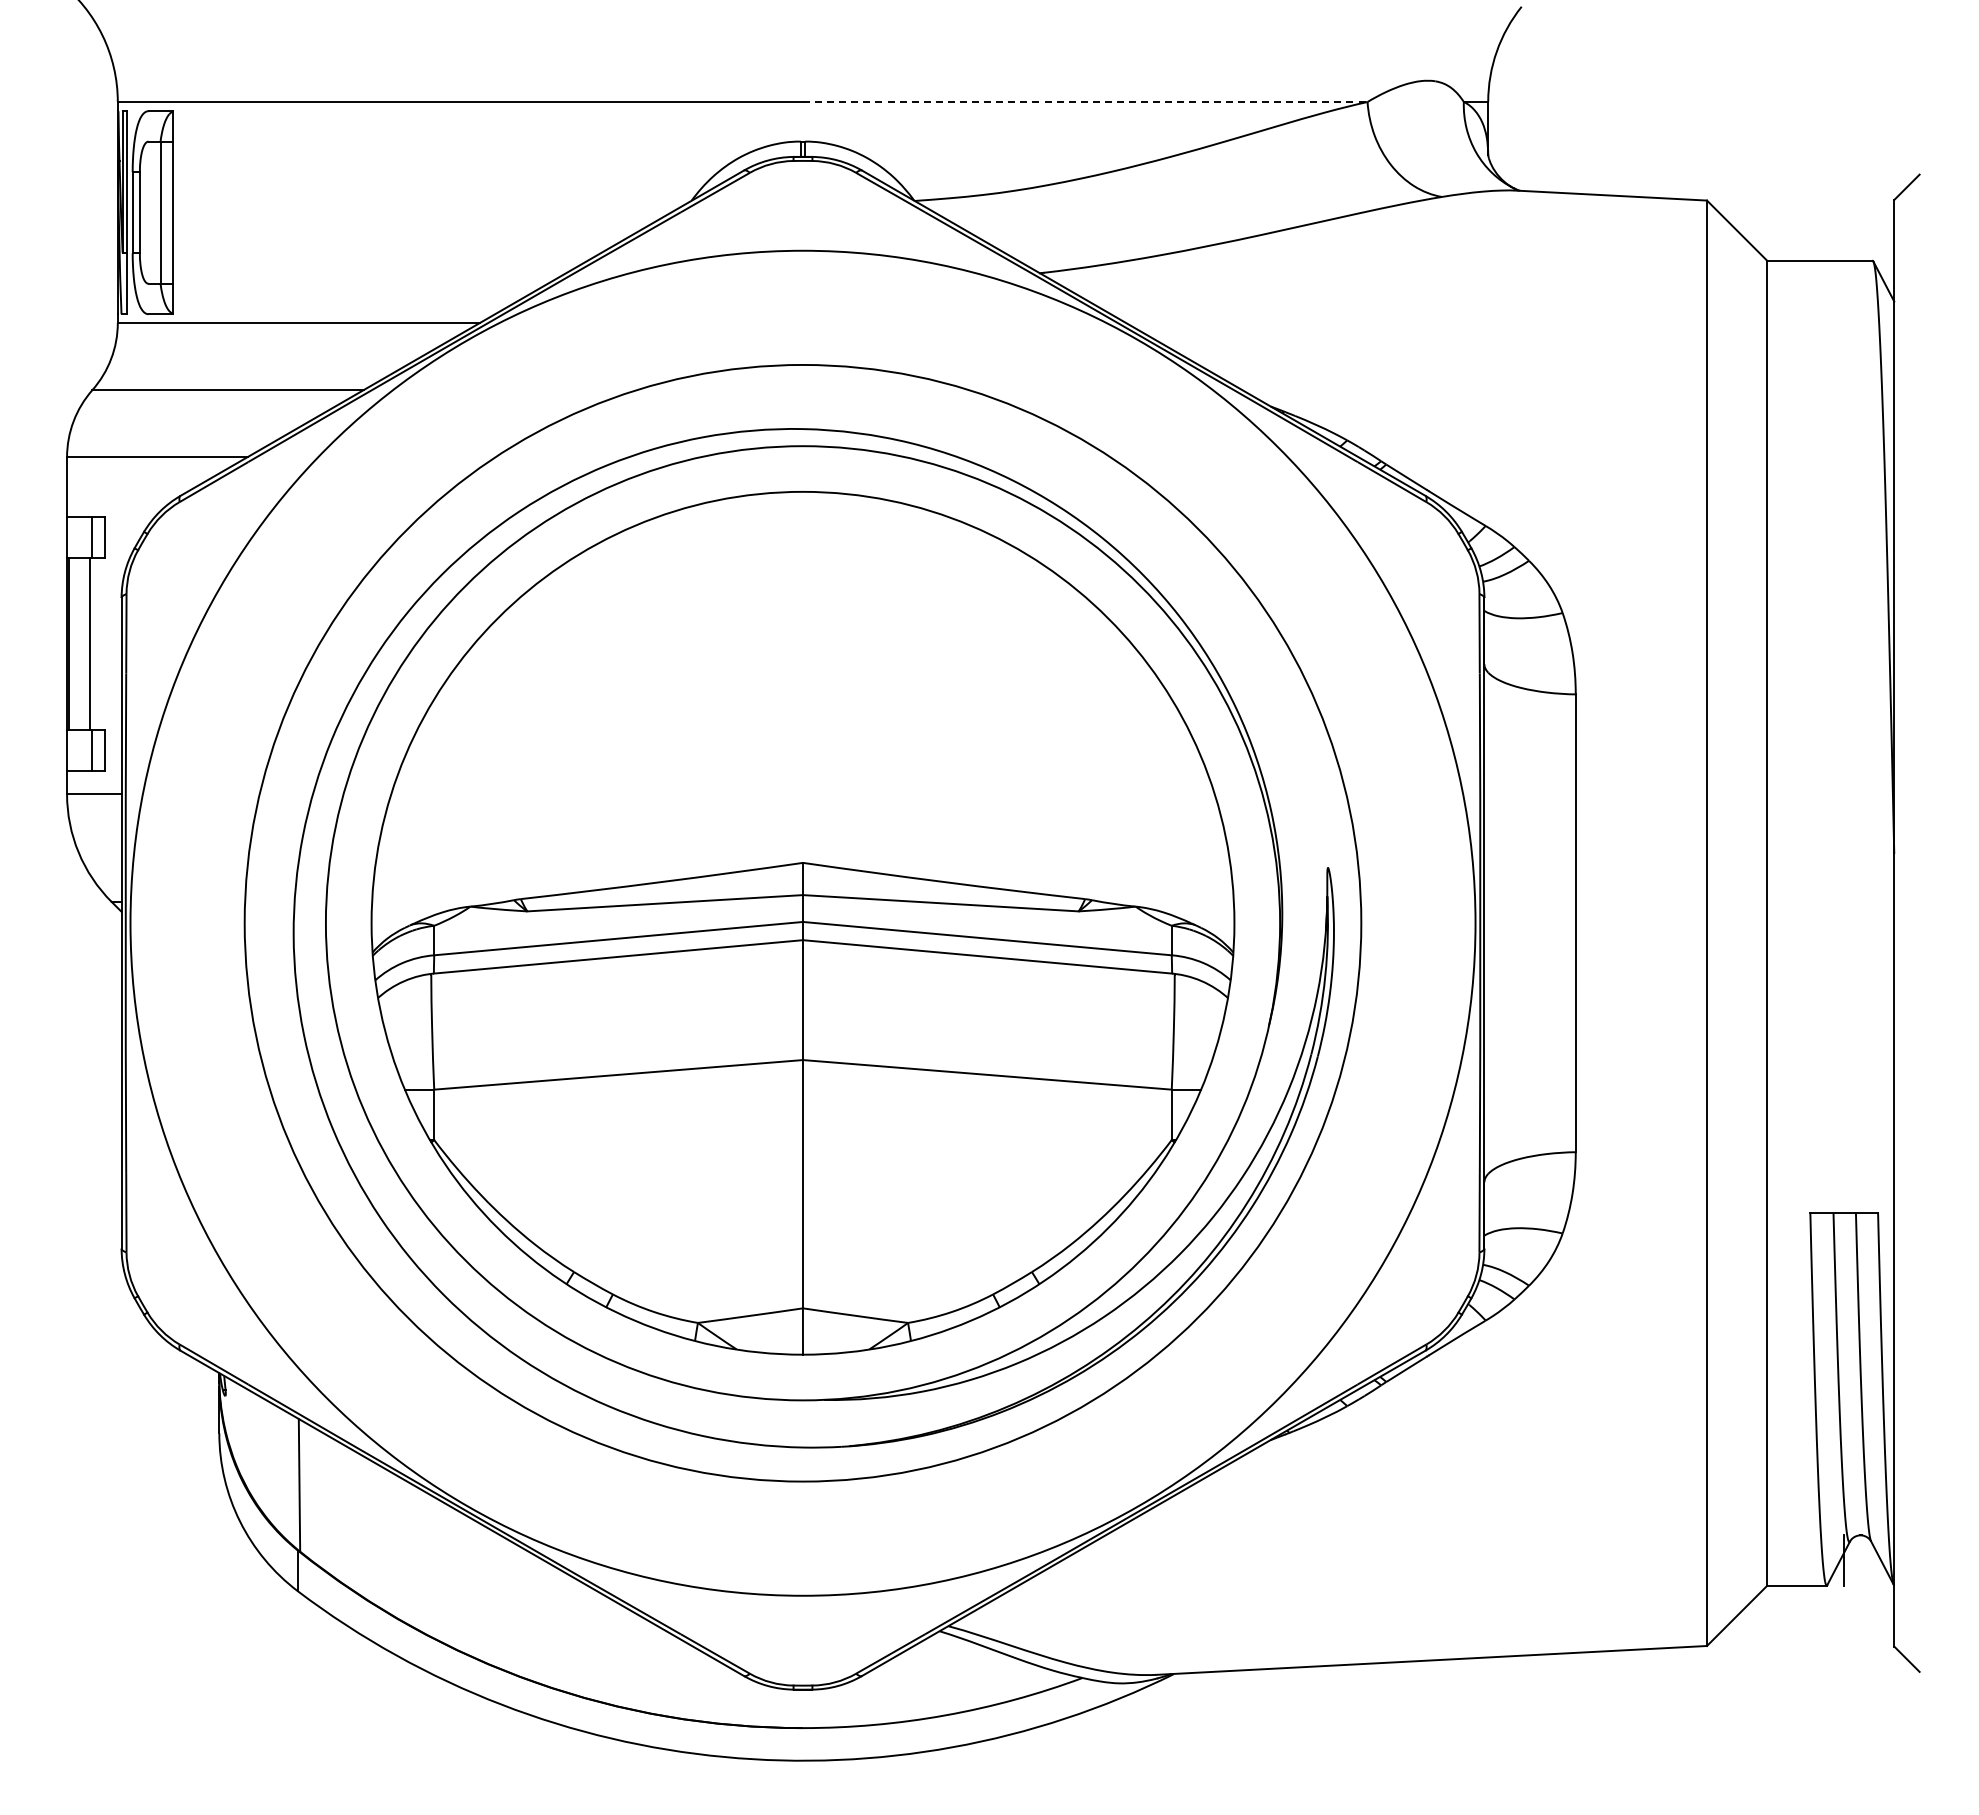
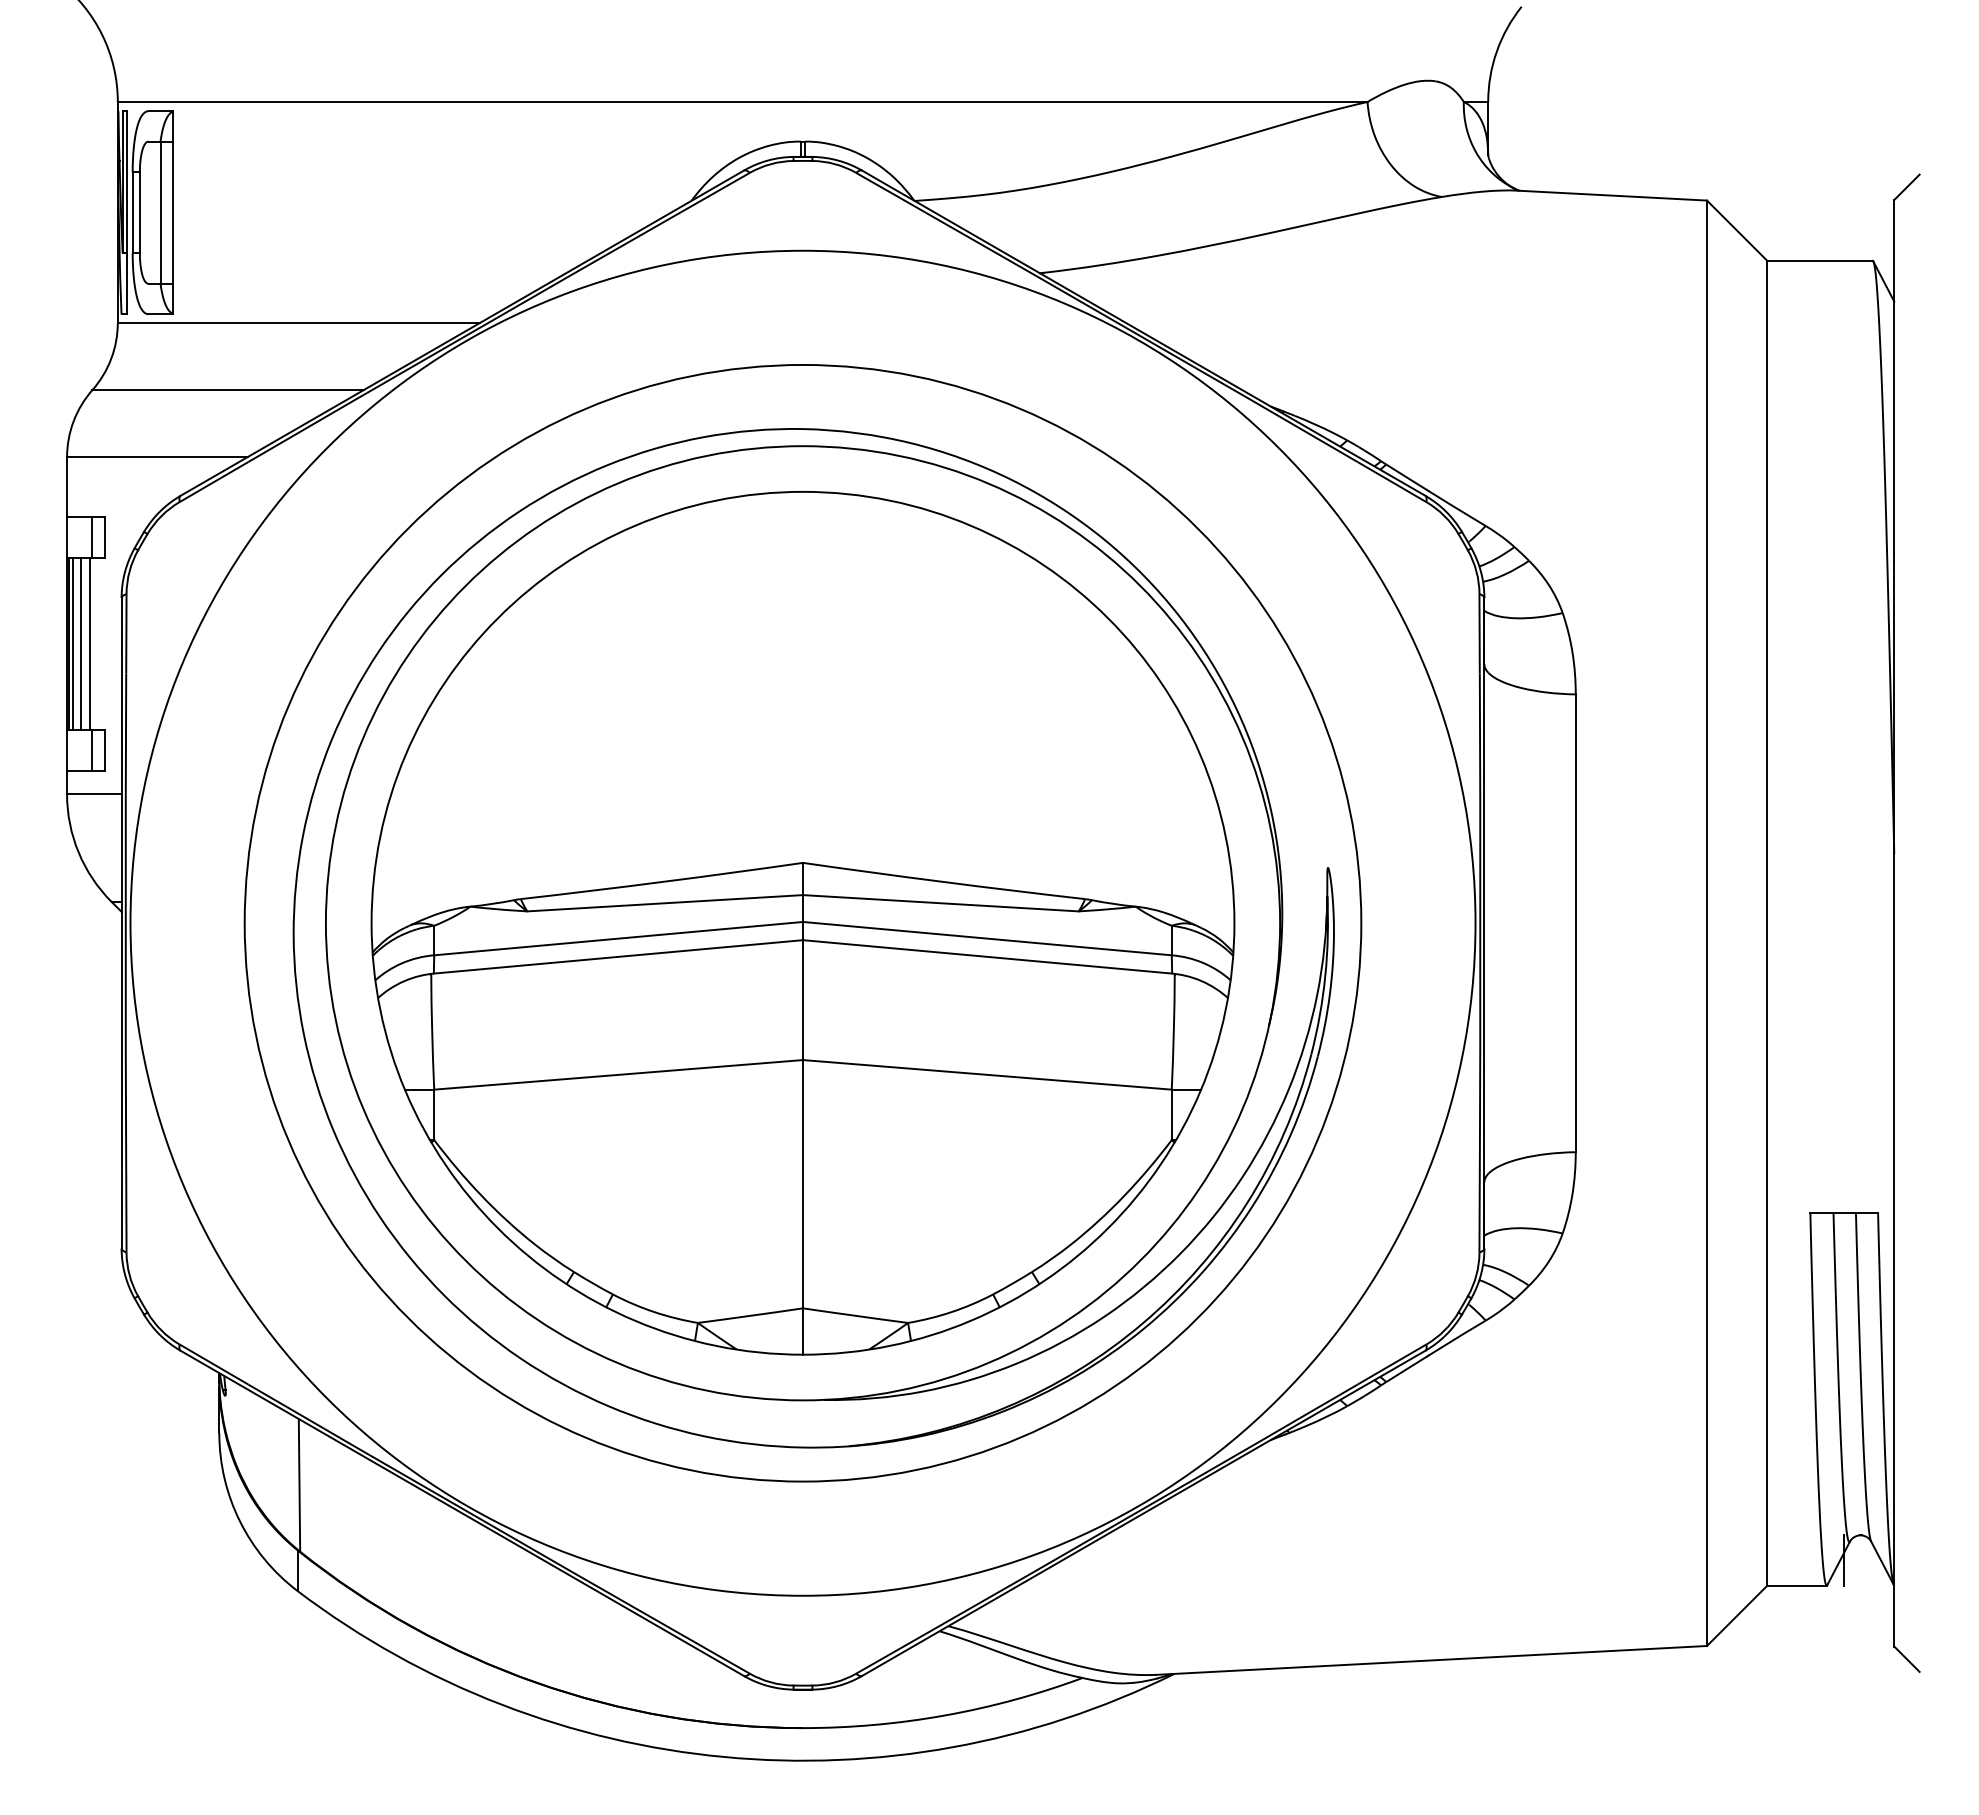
line at (1085, 102): dashed -> solid
line at (72, 643): none -> present
line at (80, 643): none -> present
